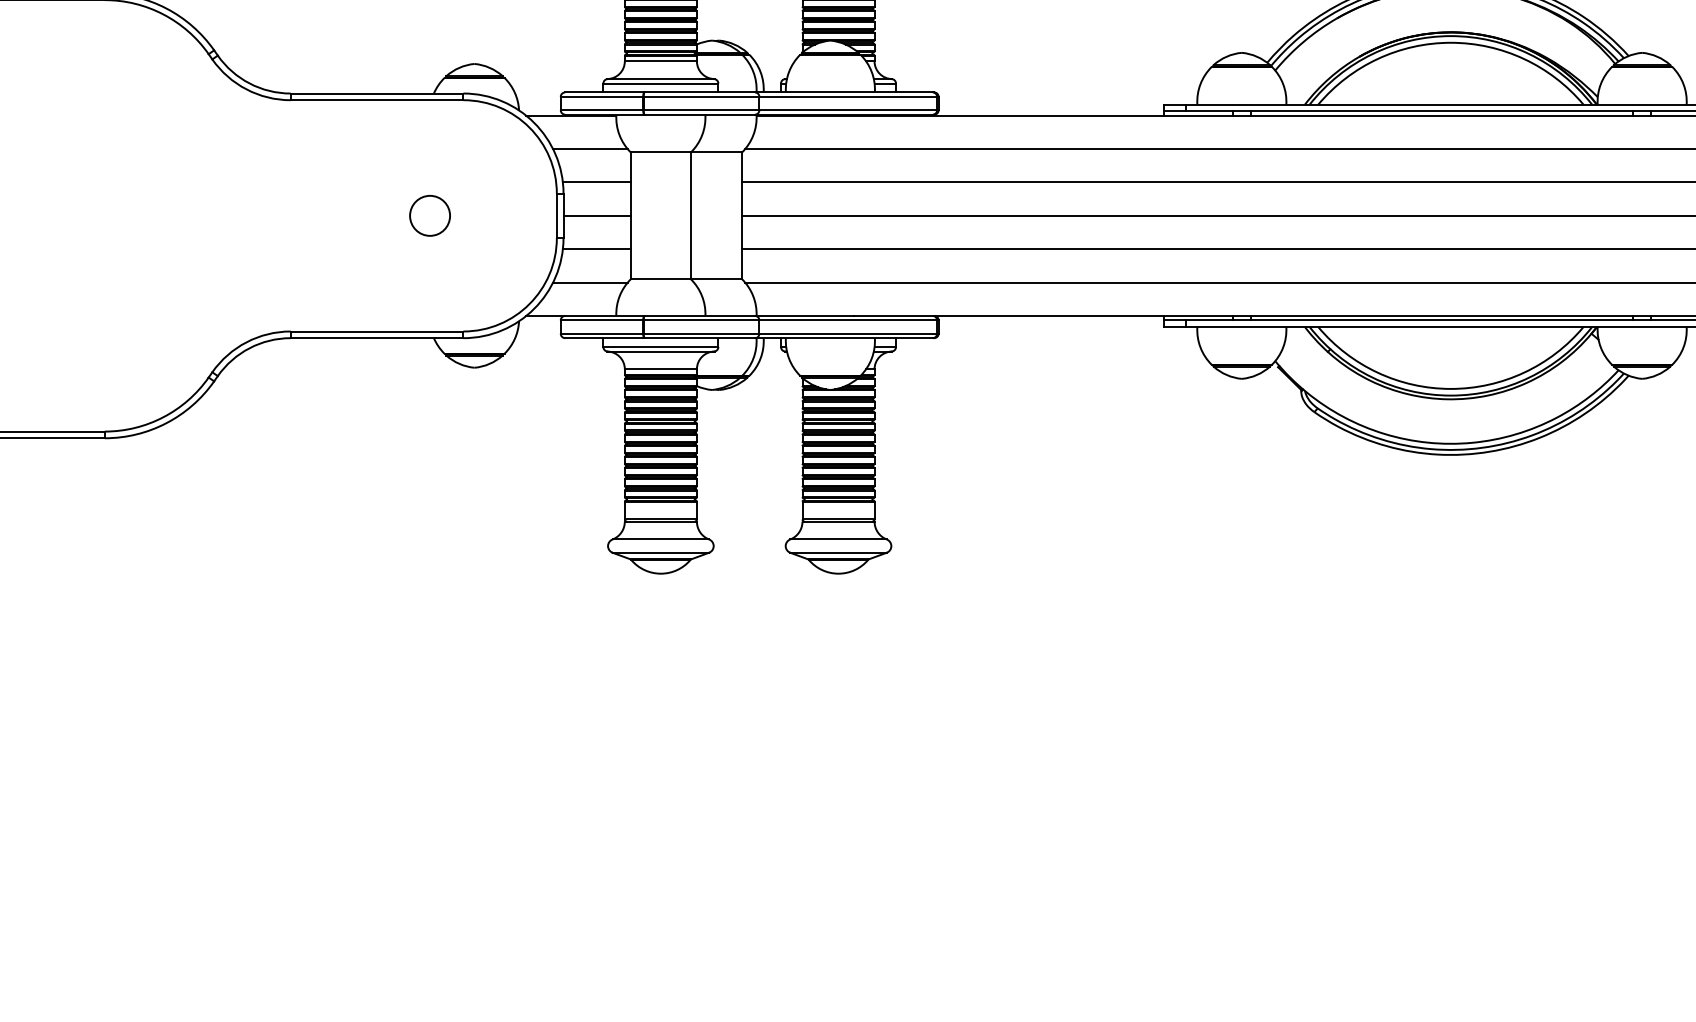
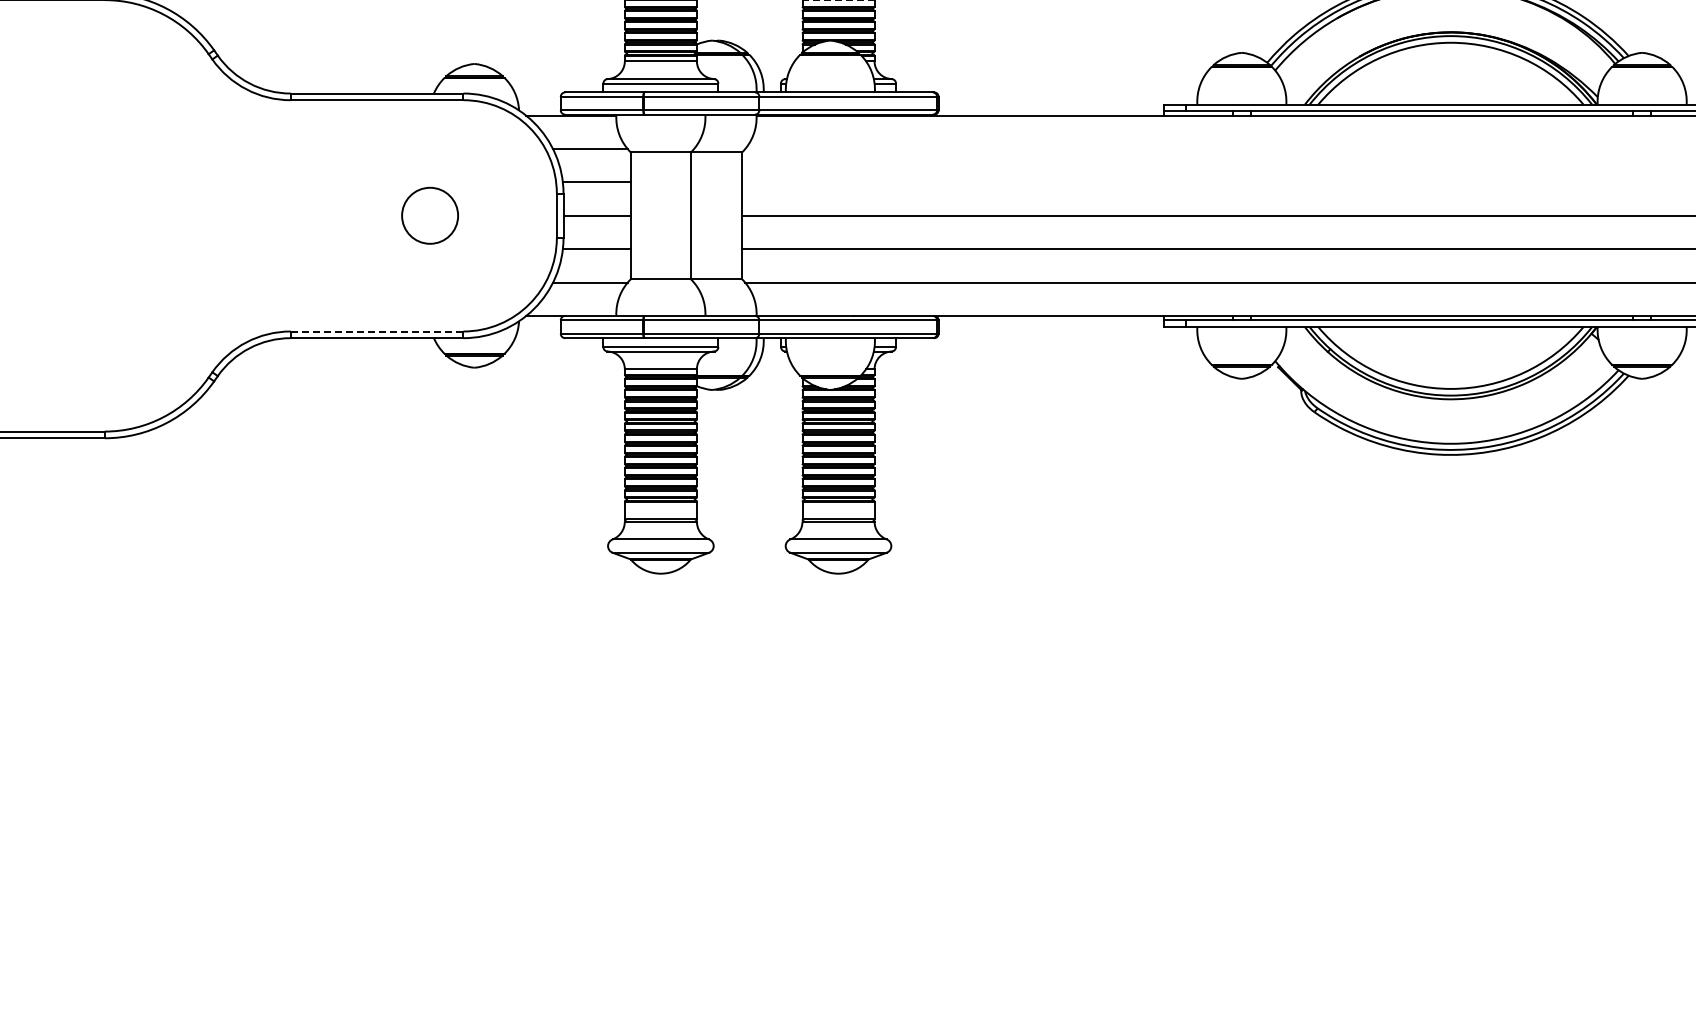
line at (838, 0): solid -> dashed
line at (1218, 149): present -> none
line at (1216, 182): present -> none
circle at (429, 215) size: 42x42 px -> 58x59 px
line at (376, 331): solid -> dashed
